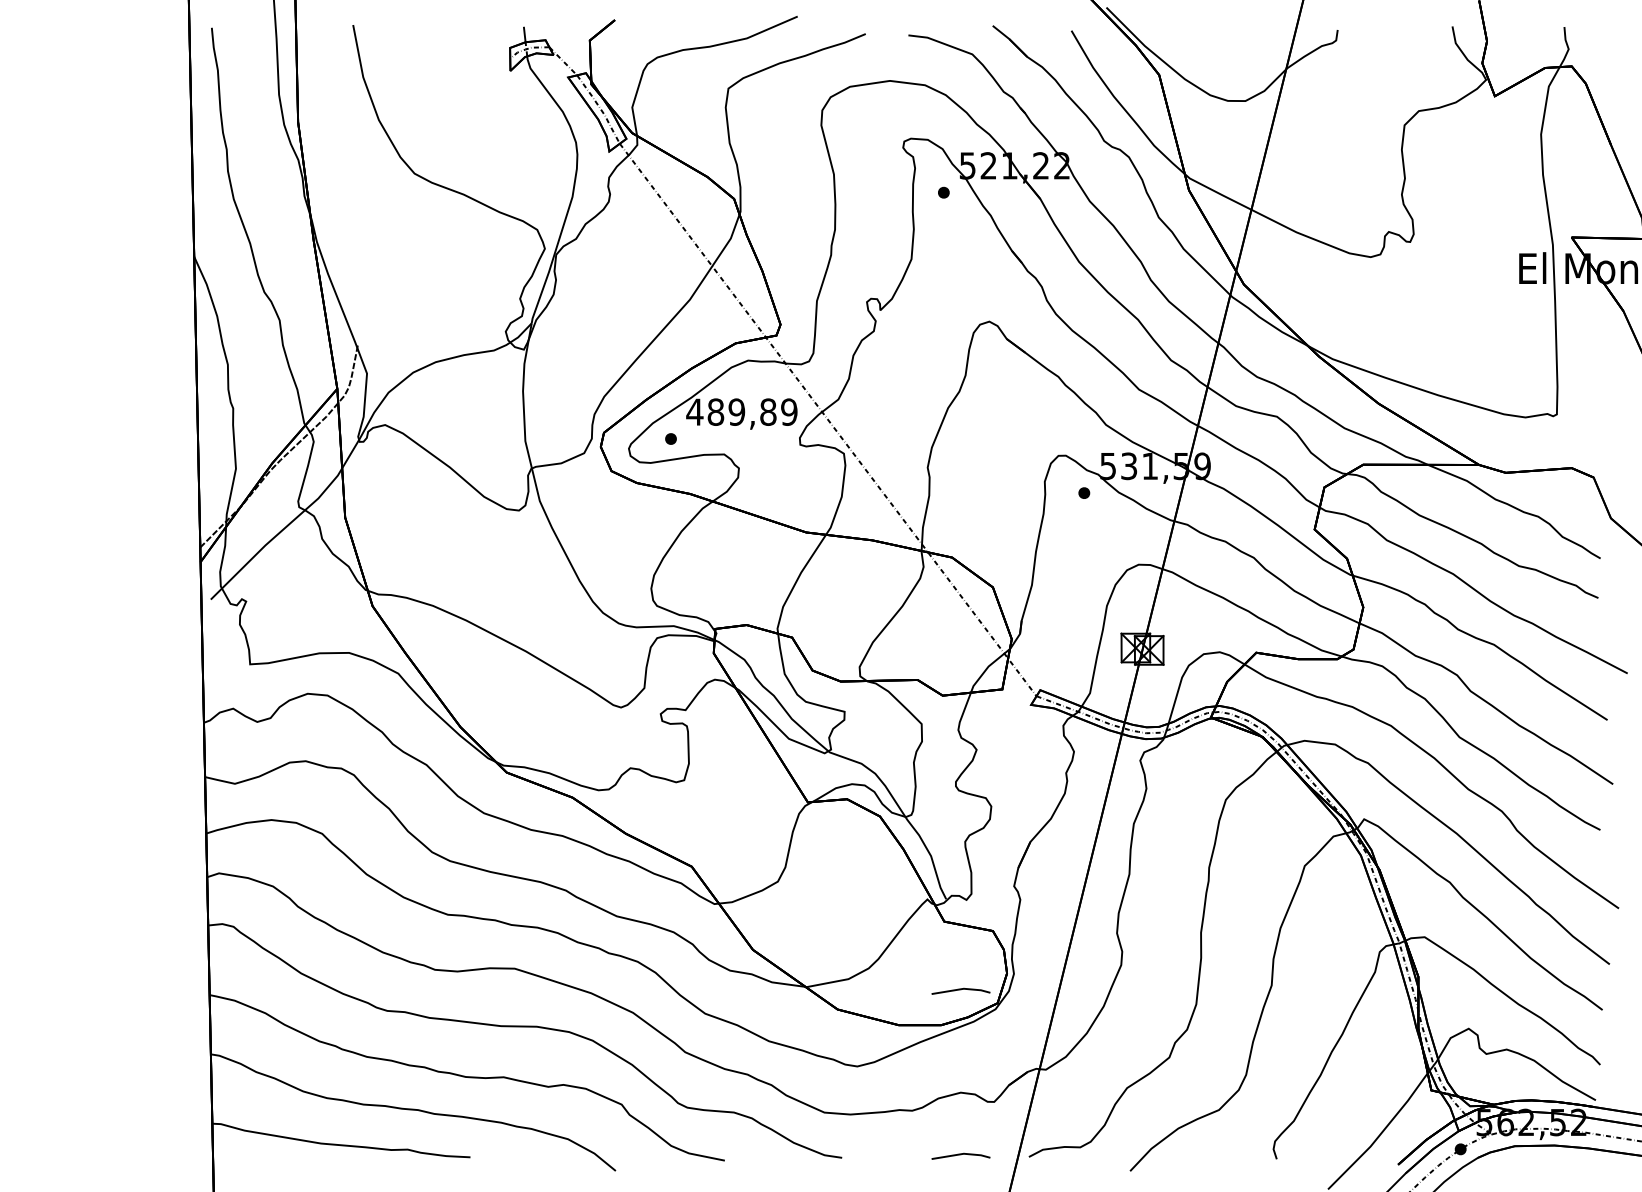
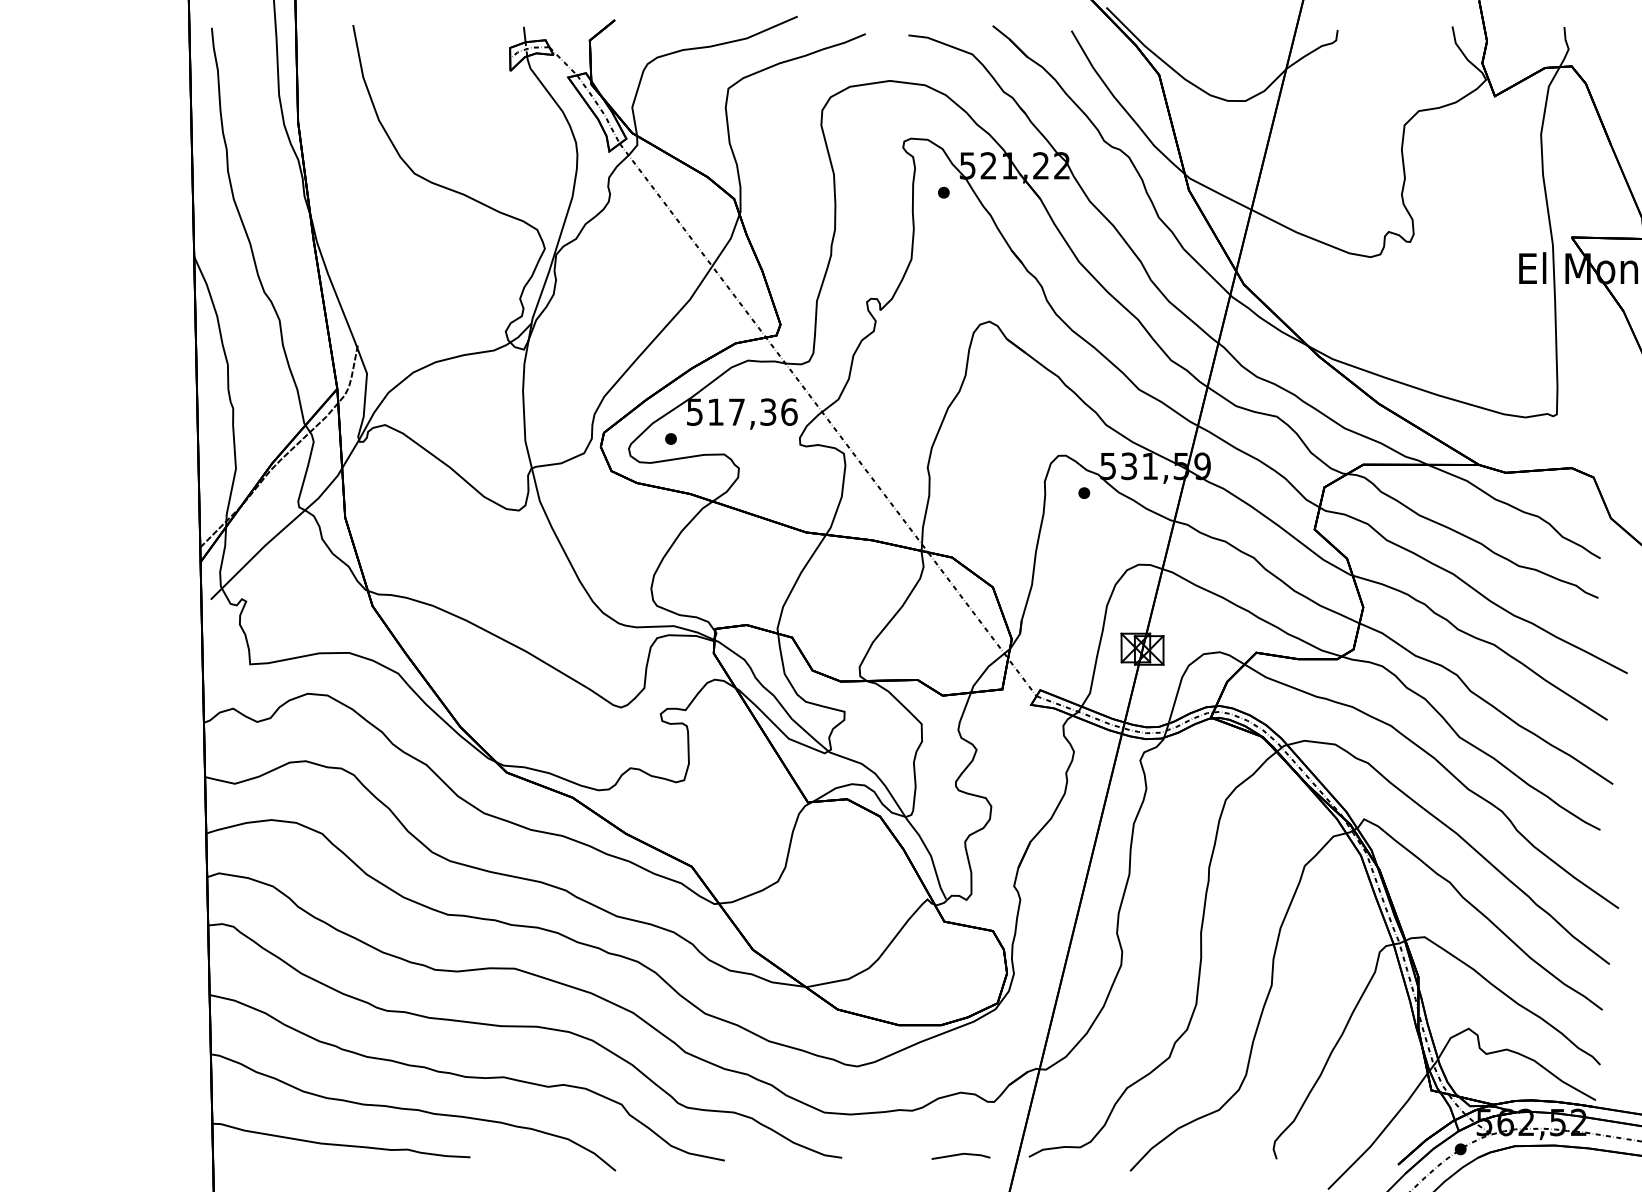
text at (741, 411): 489,89 -> 517,36
line at (960, 990): present -> none
